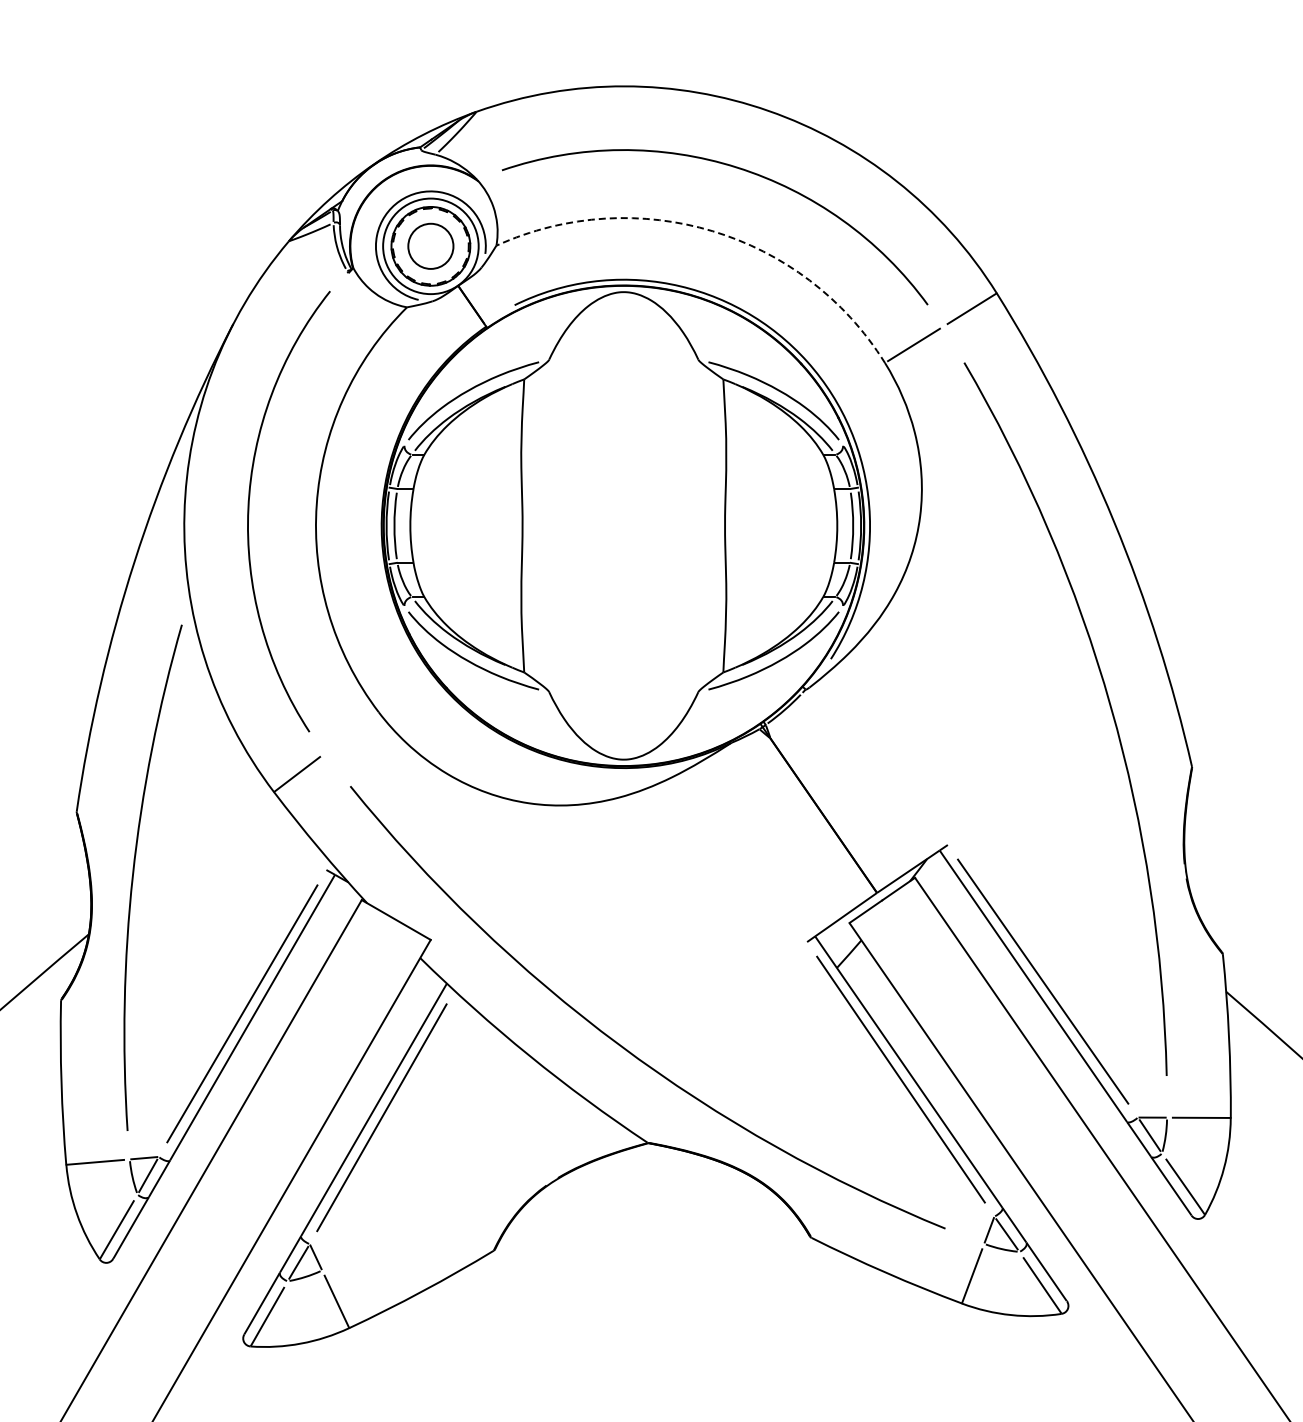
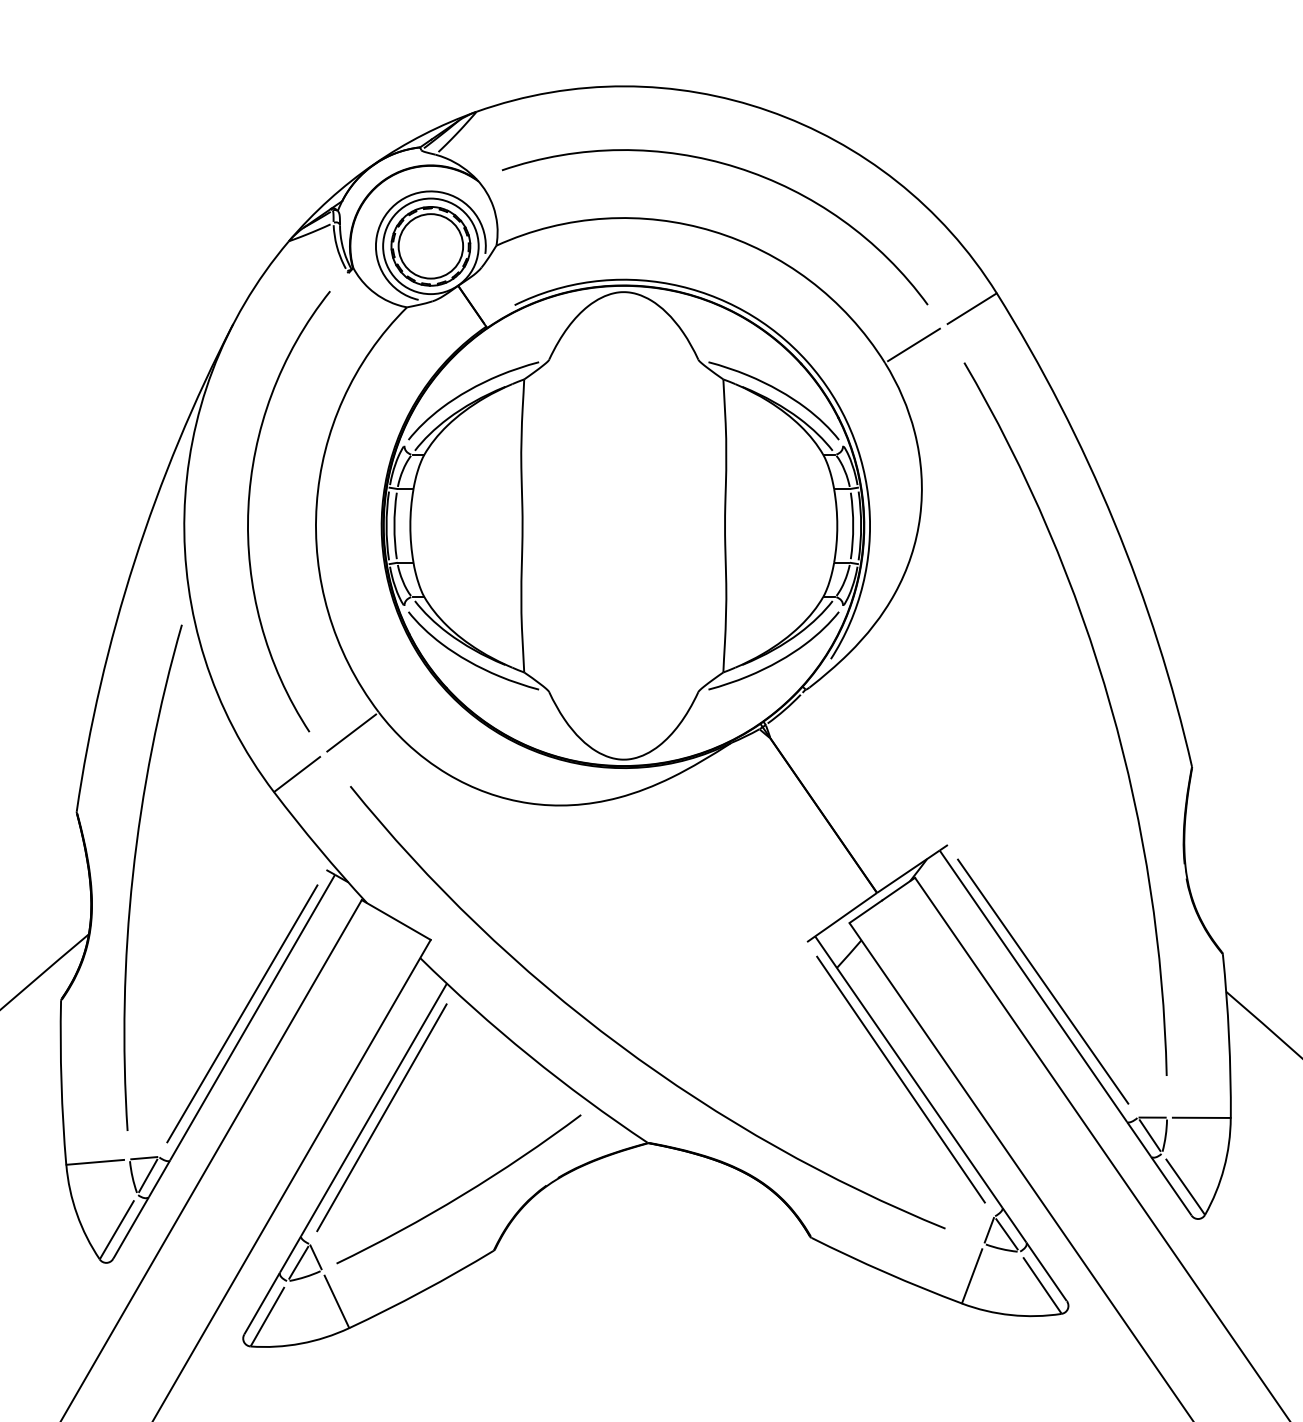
arc at (712, 231): dashed -> solid
circle at (430, 245) diameter: 45 px -> 64 px
line at (351, 732): none -> present
arc at (461, 1194): none -> present
